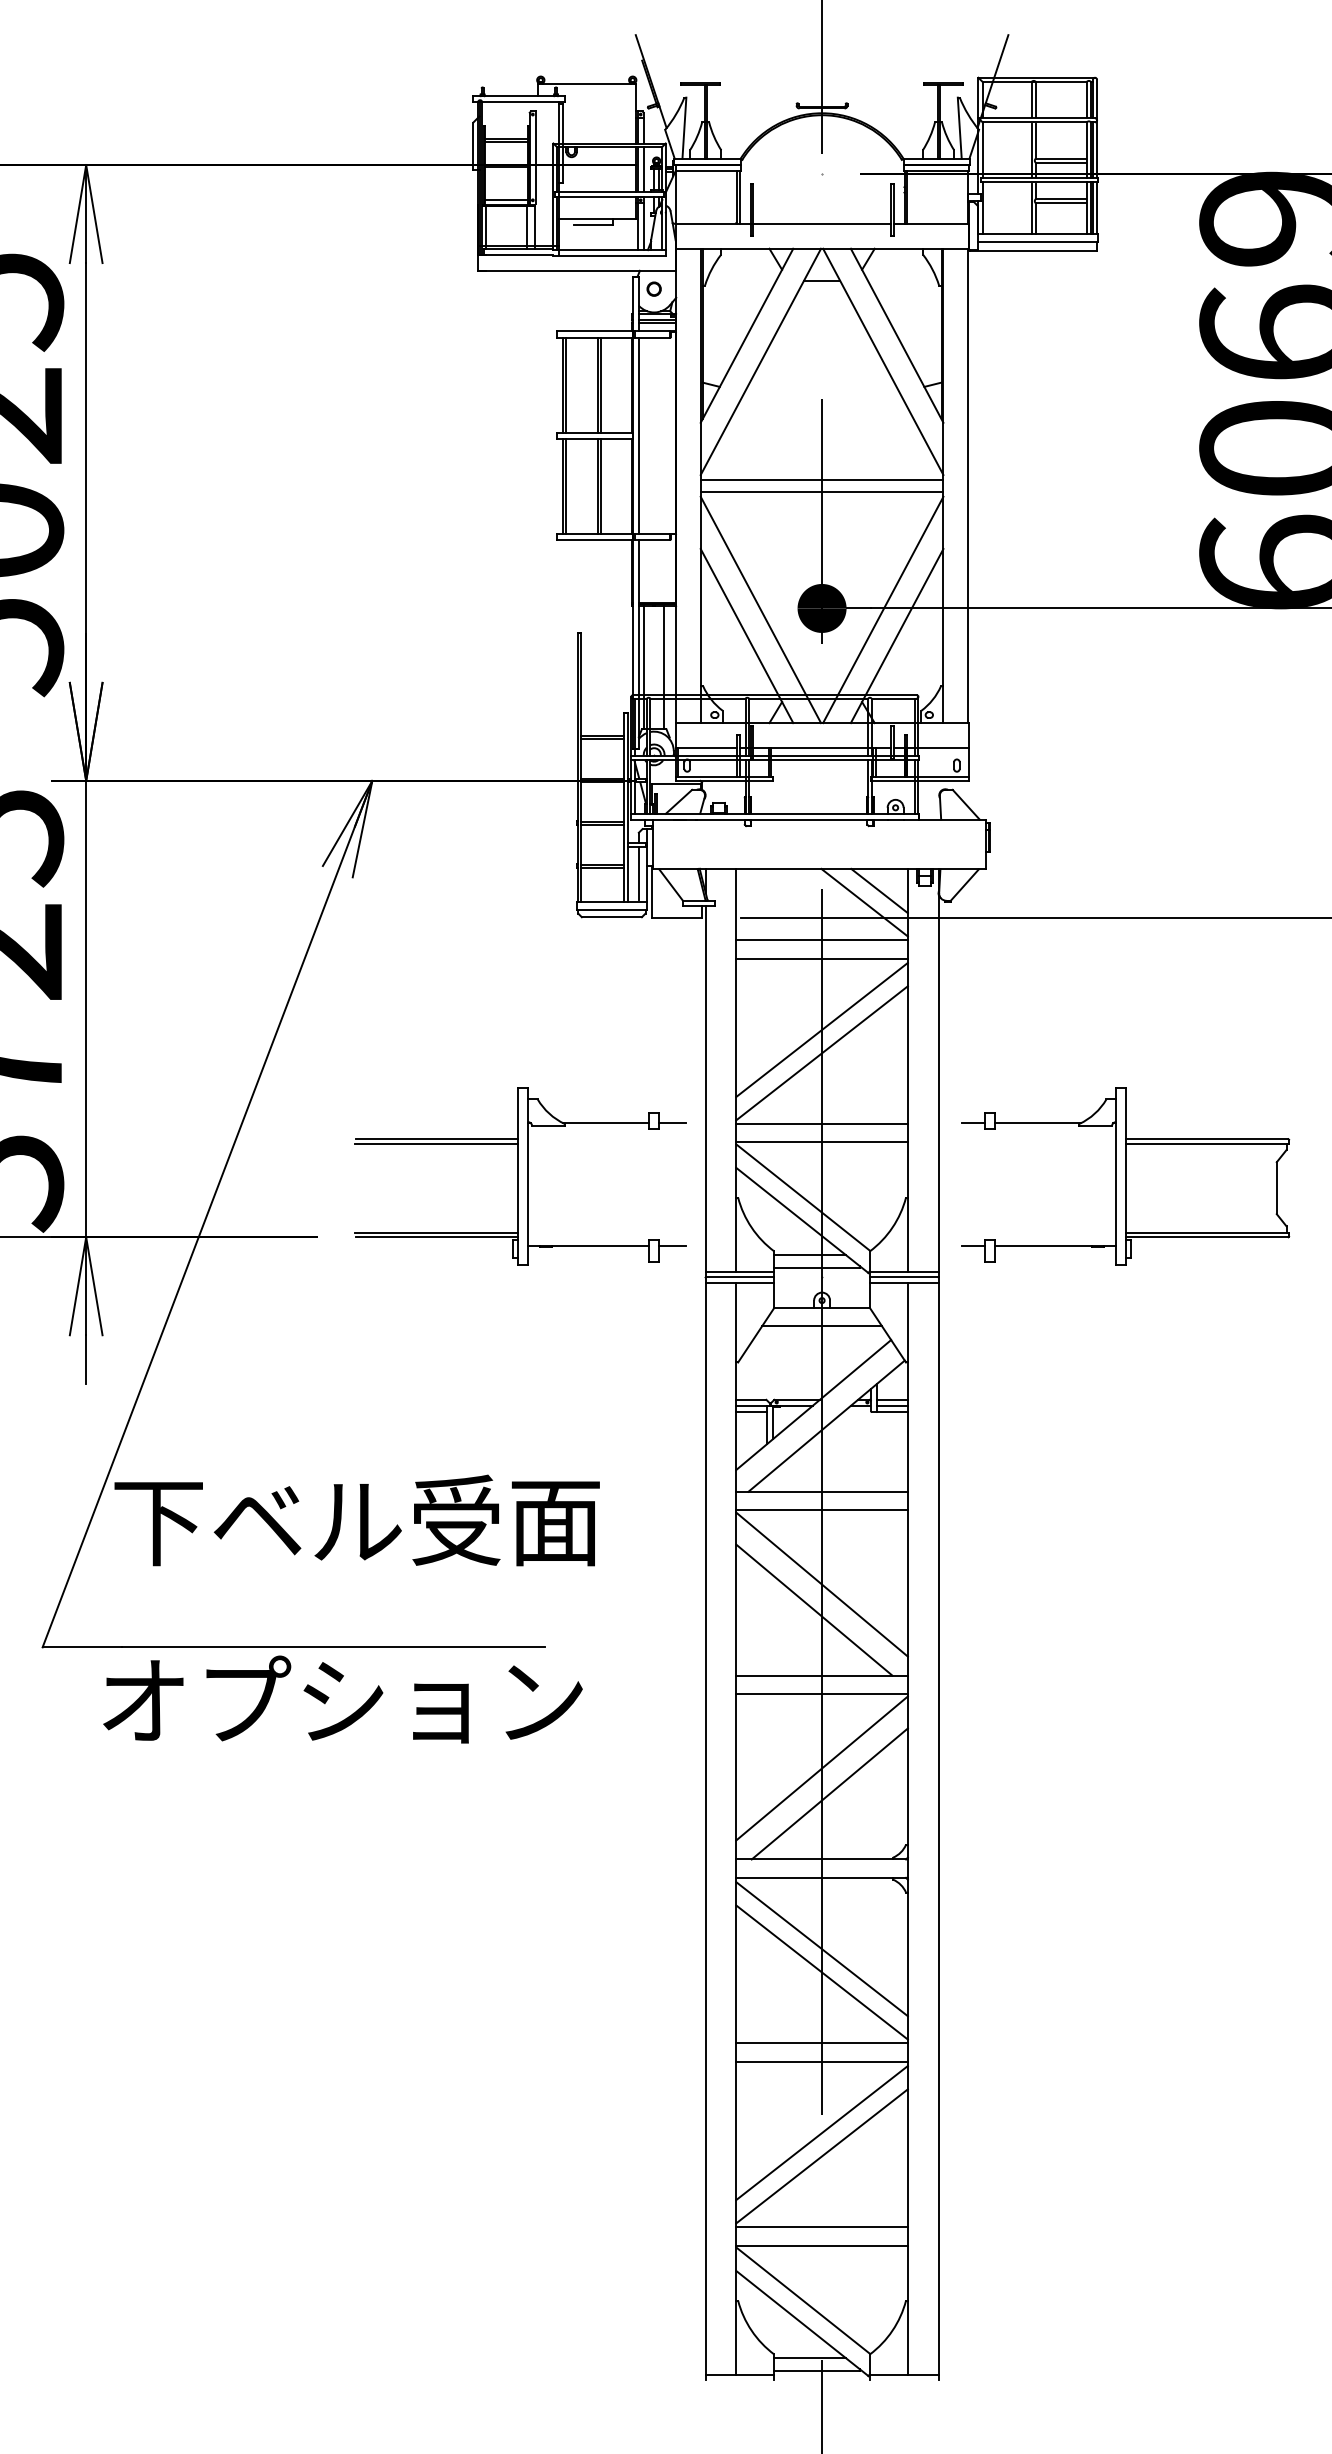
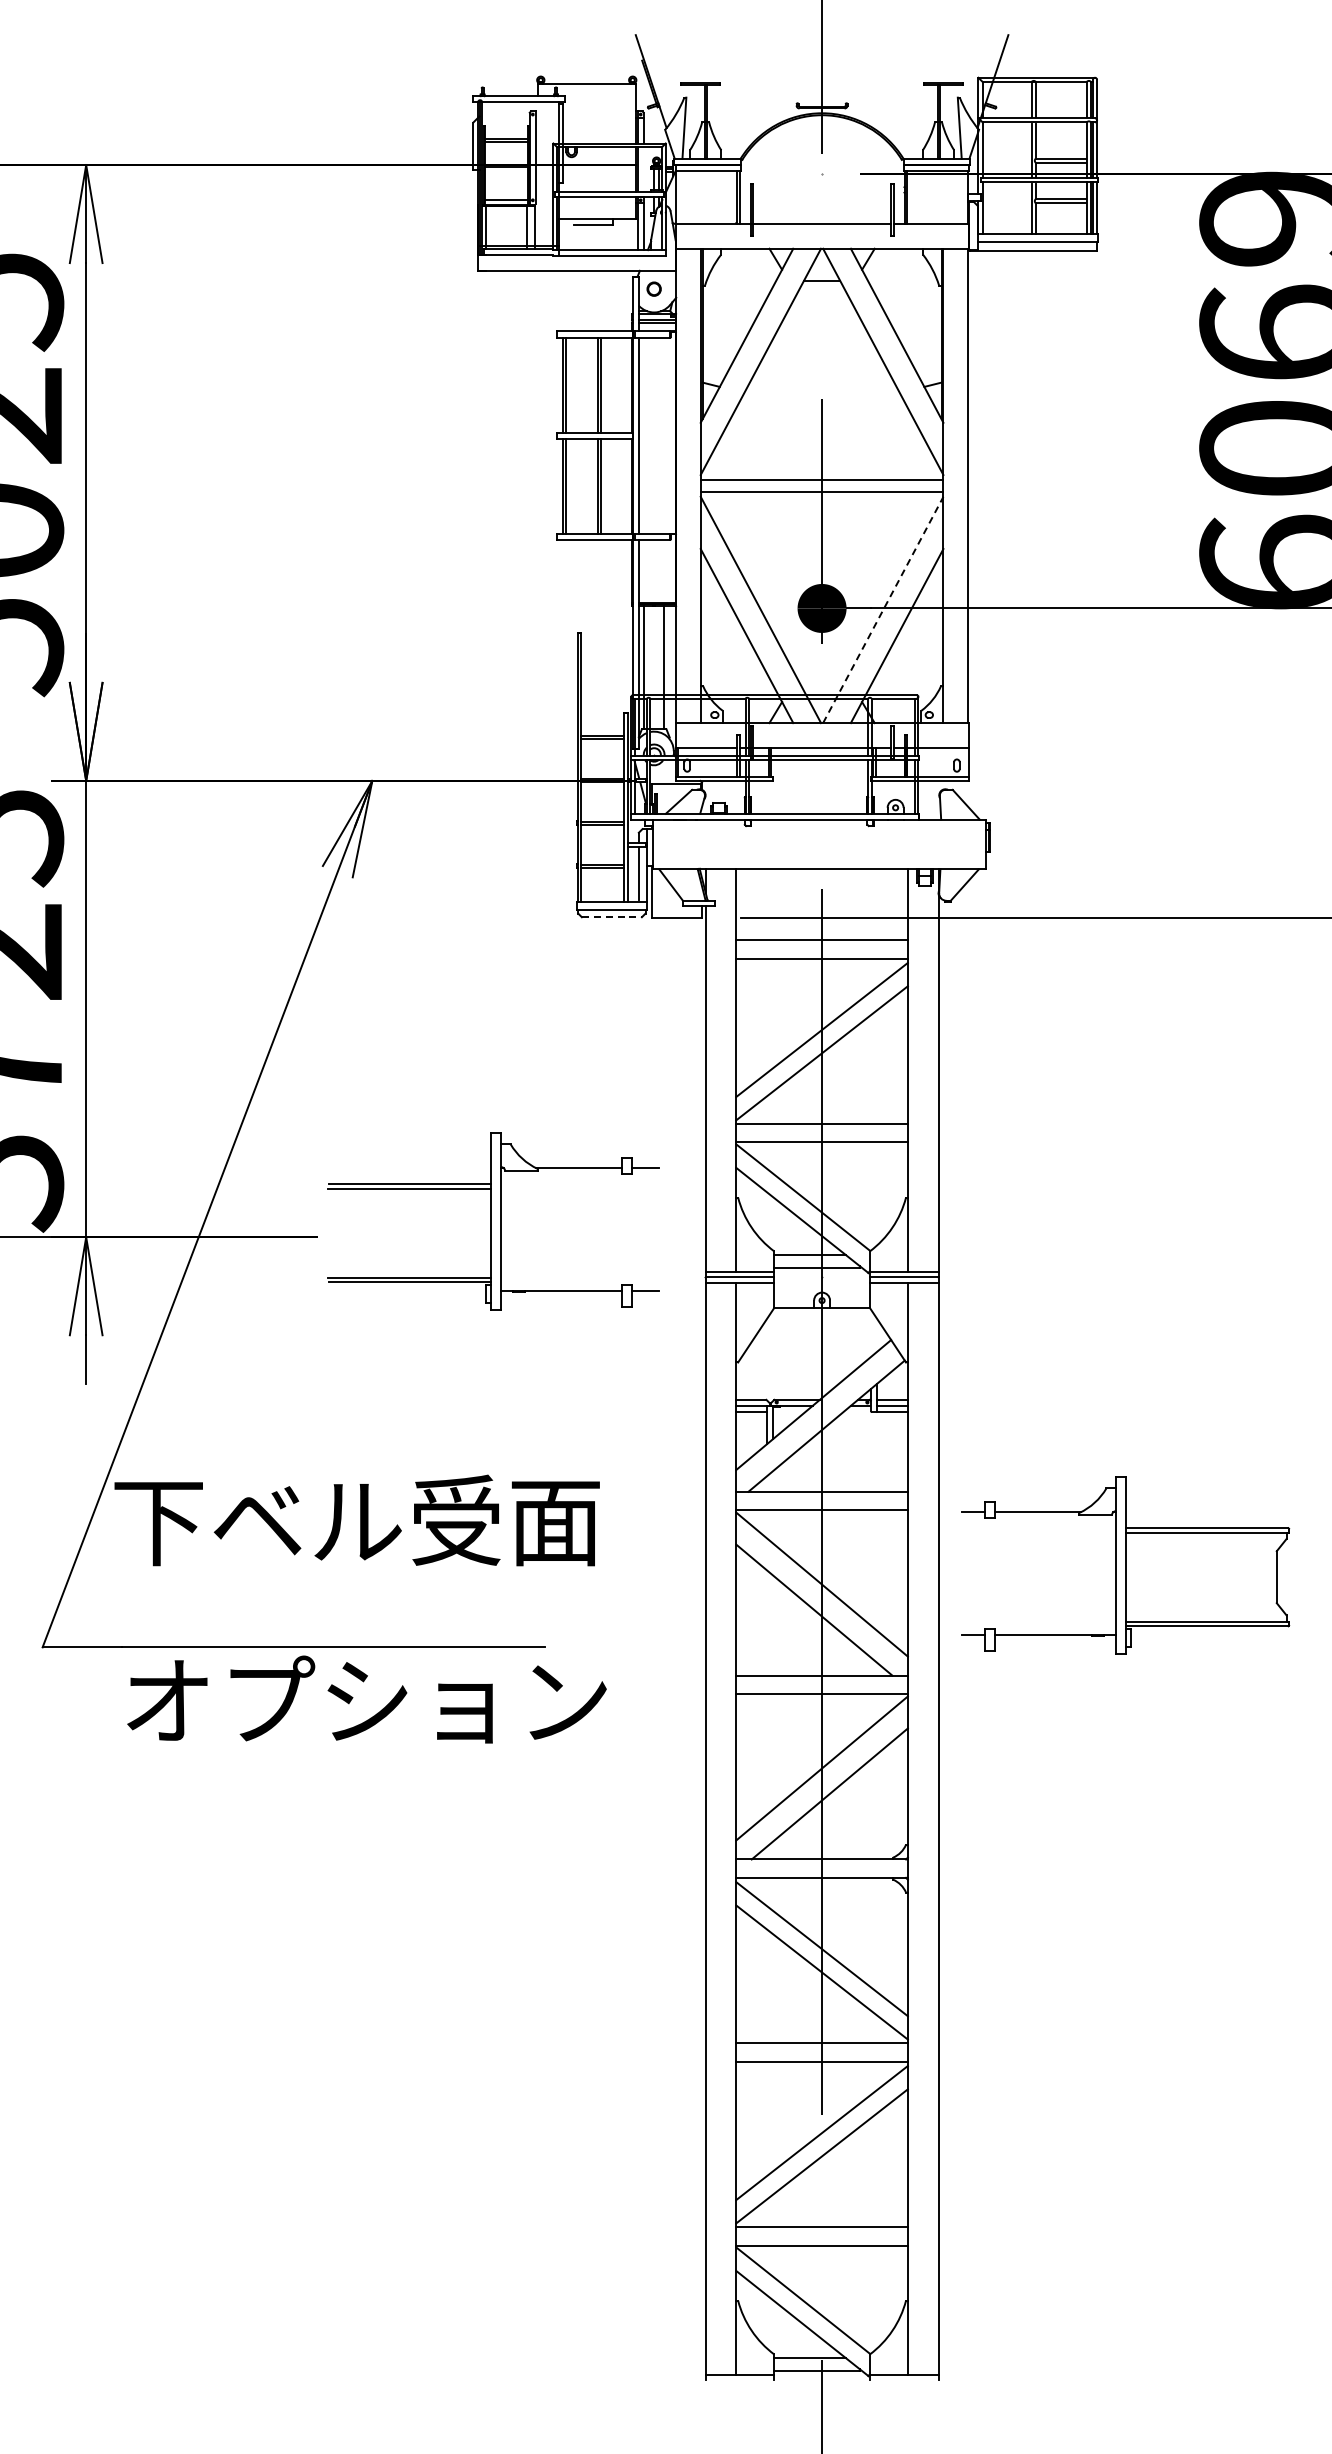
line at (643, 169): present -> none
line at (883, 609): solid -> dashed
line at (879, 890): present -> none
line at (864, 902): present -> none
line at (612, 917): solid -> dashed
part at (520, 1176) position: (520, 1176) -> (493, 1221)
part at (1125, 1176) position: (1125, 1176) -> (1125, 1565)
line at (822, 1326): present -> none
text at (342, 1699) position: (342, 1699) -> (366, 1699)
